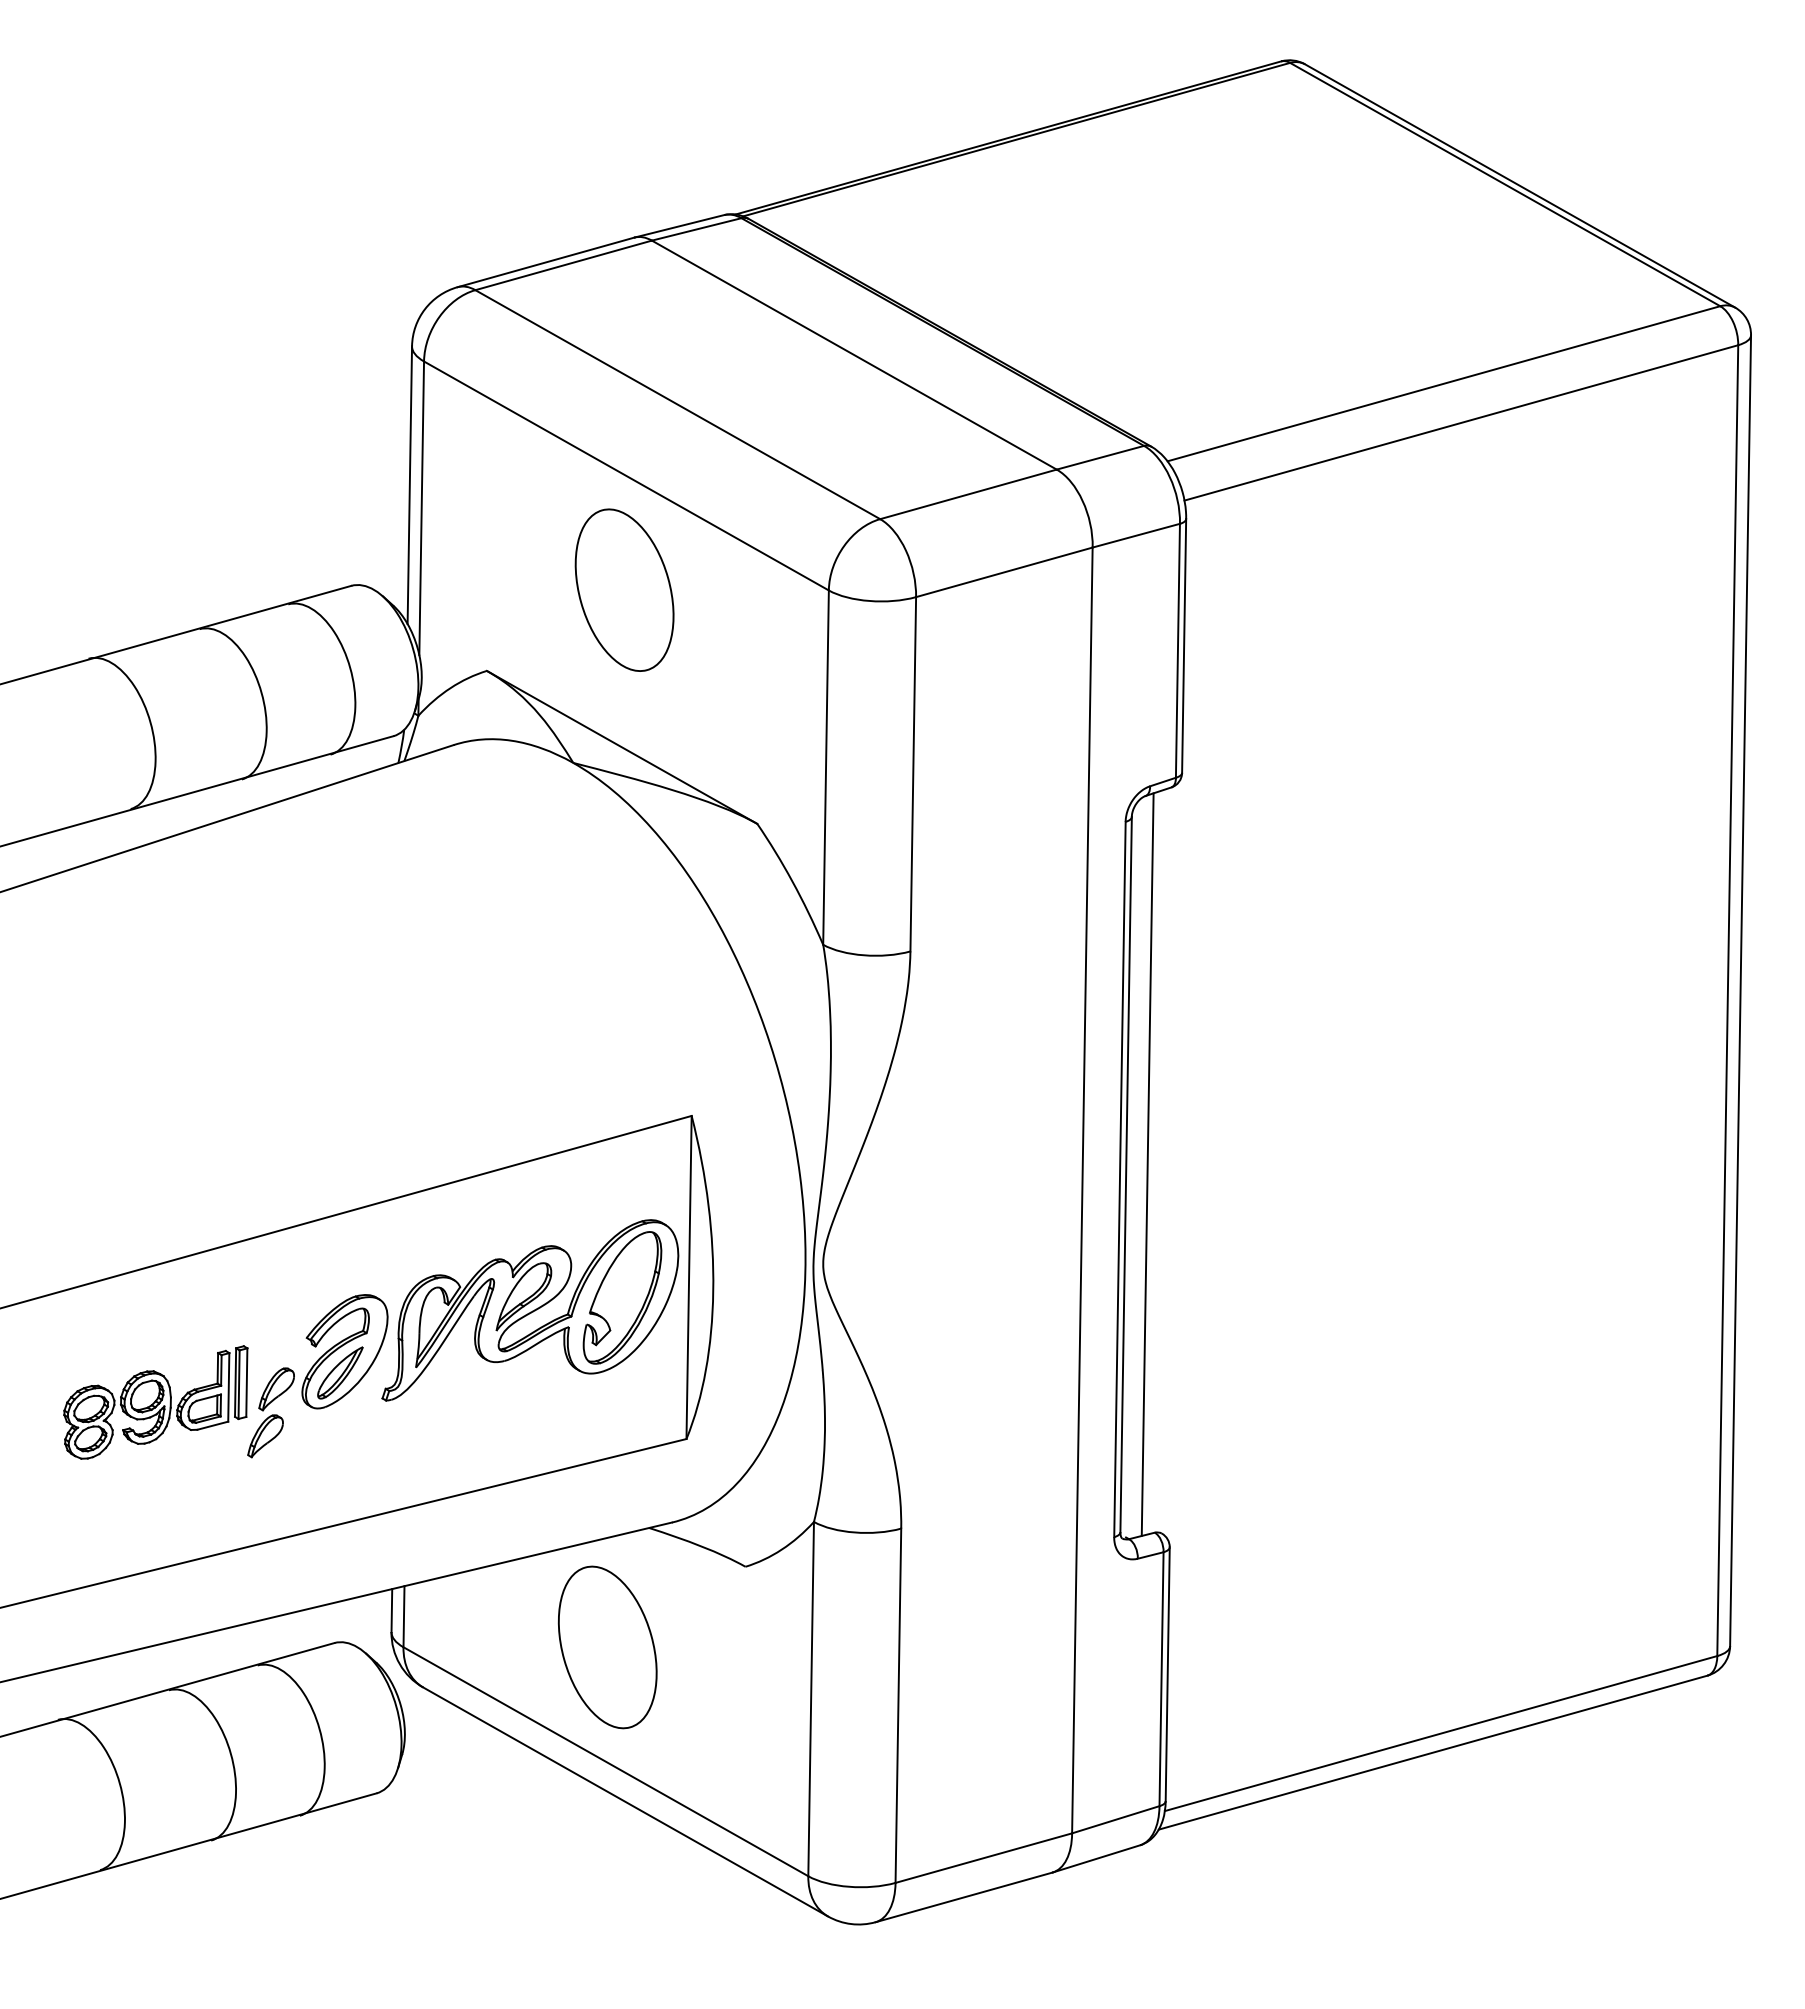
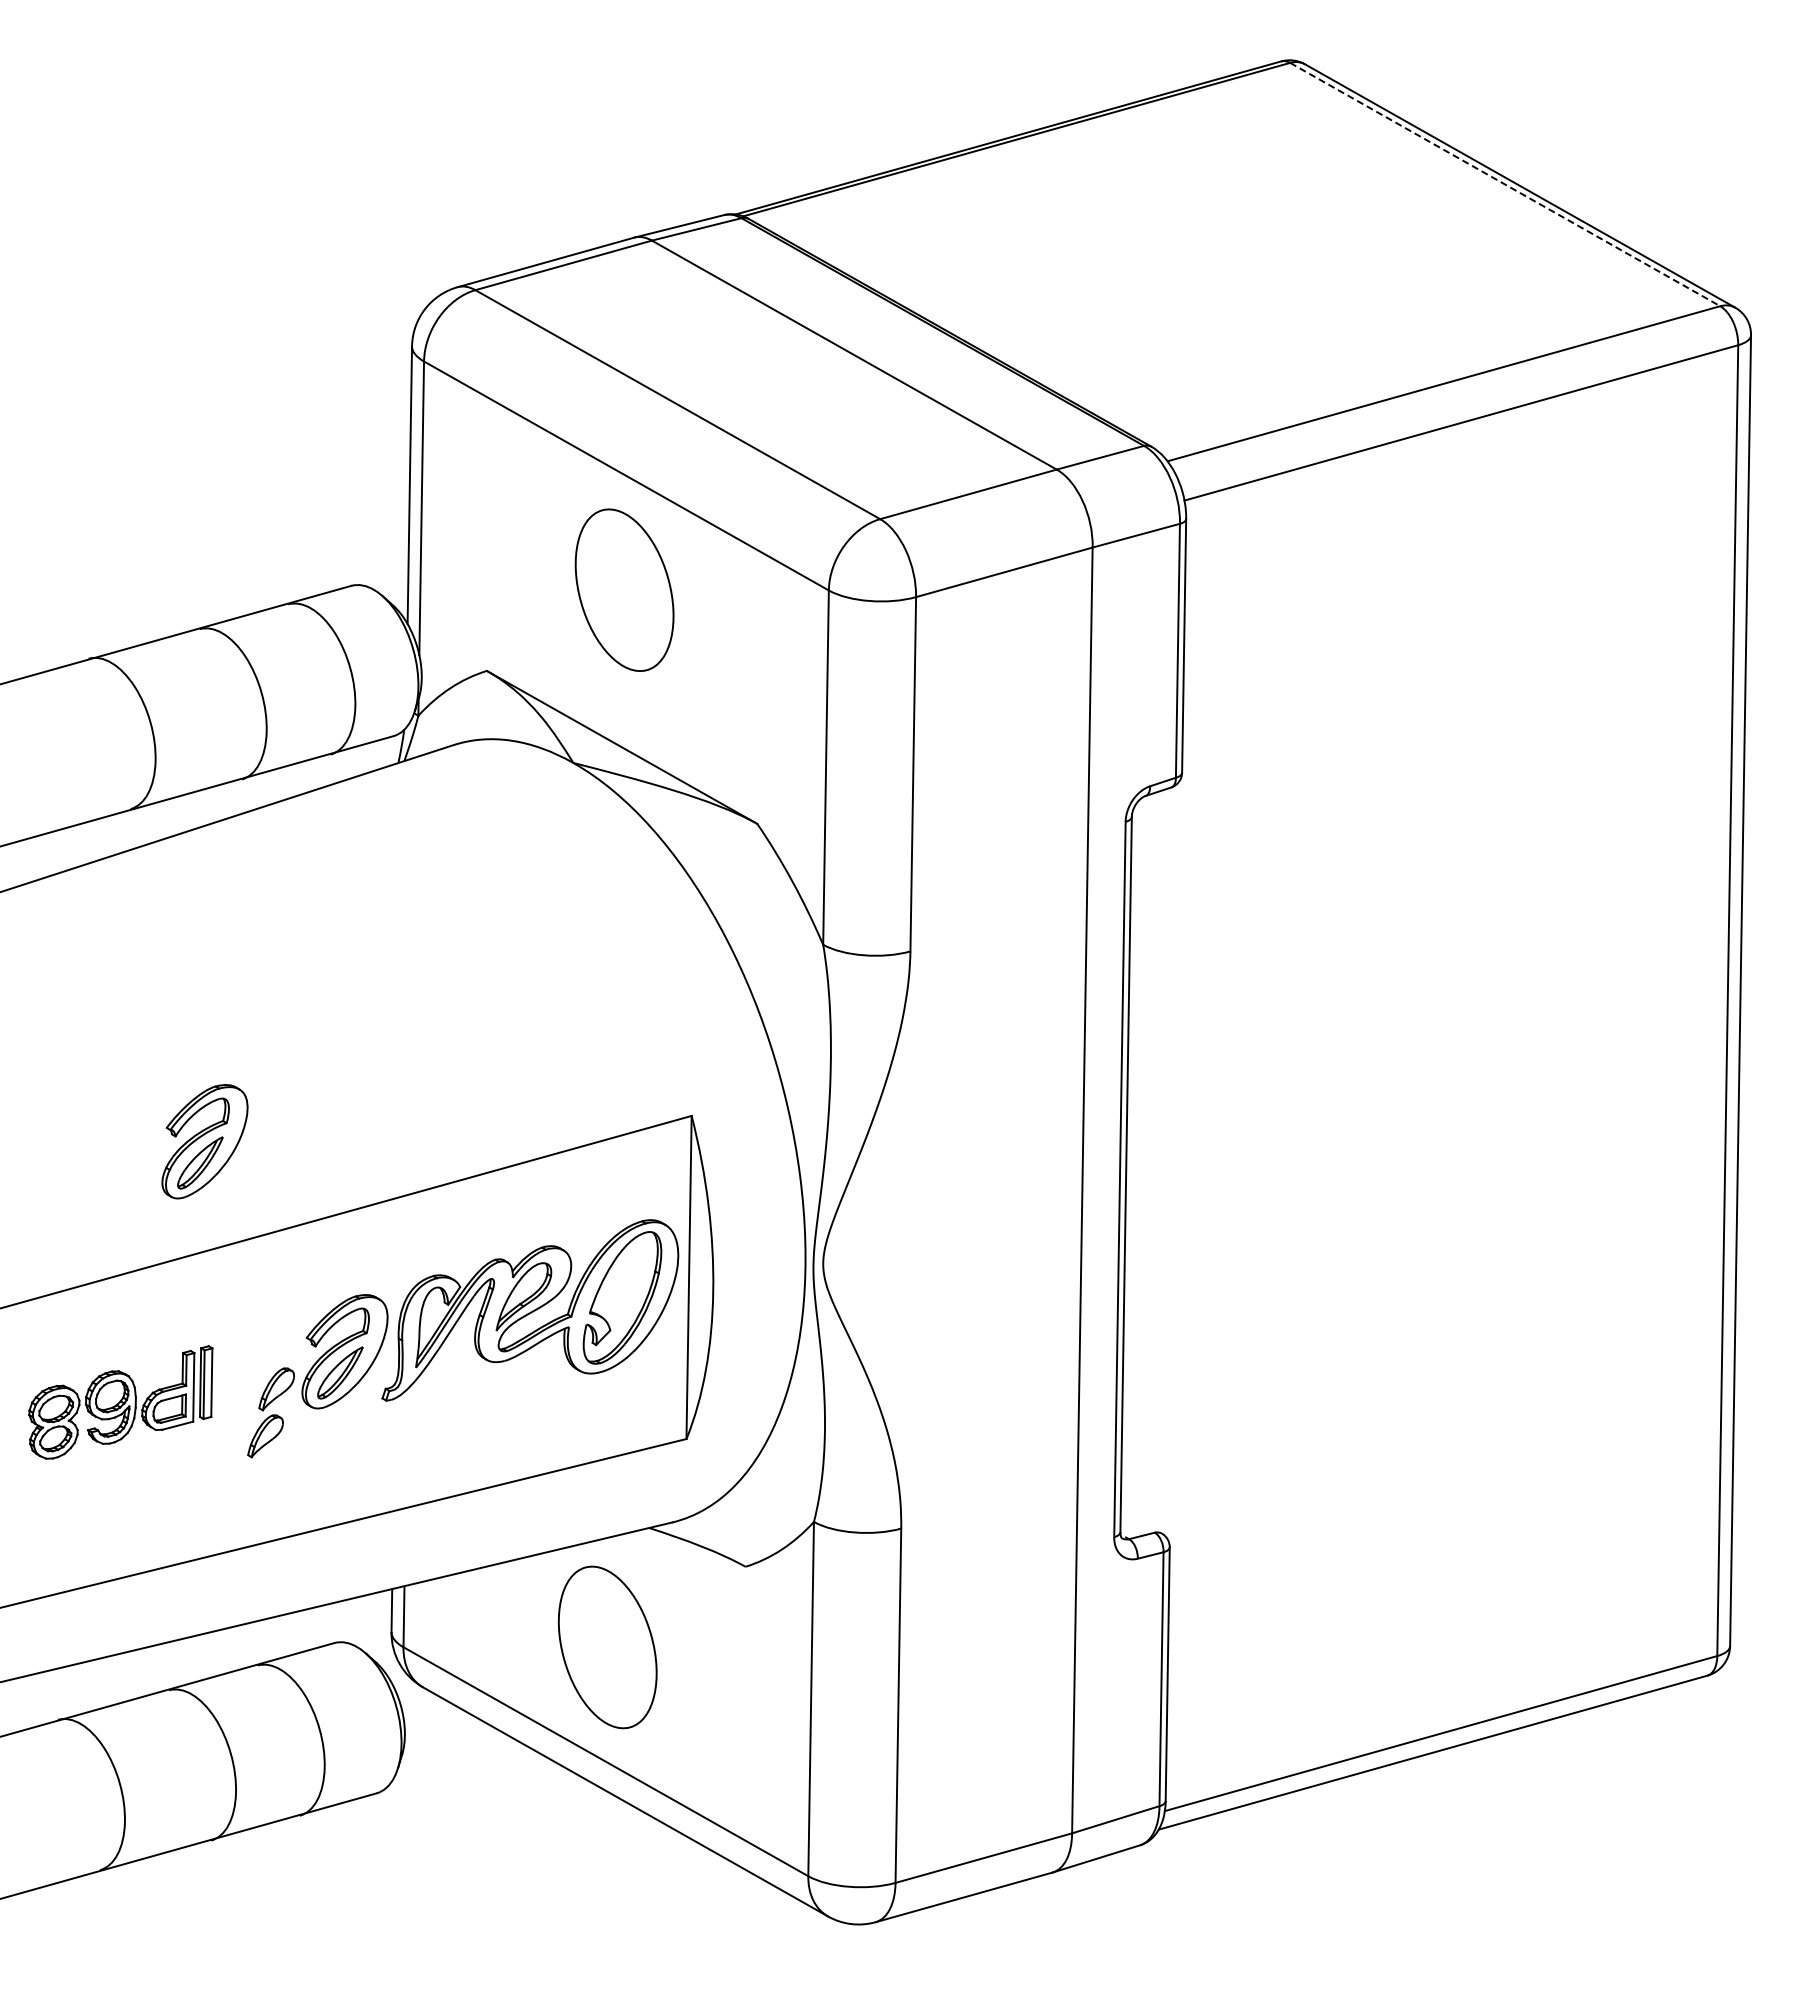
line at (1505, 184): solid -> dashed
part at (204, 1141): none -> present
line at (1147, 1164): present -> none
part at (155, 1402) position: (155, 1402) -> (120, 1402)
